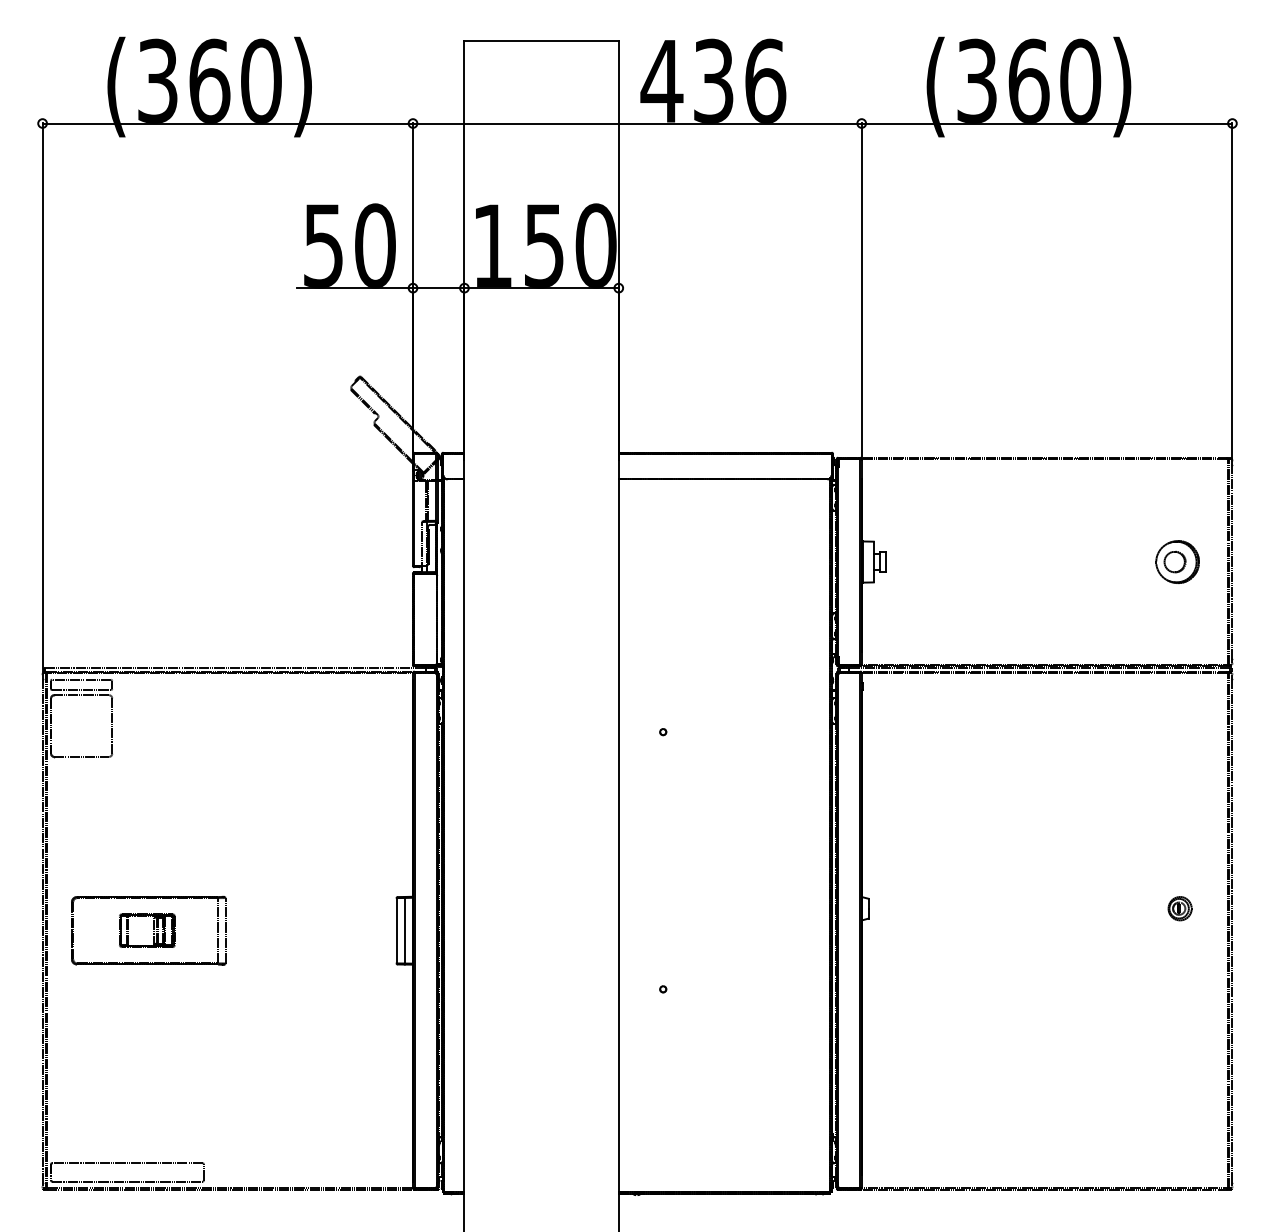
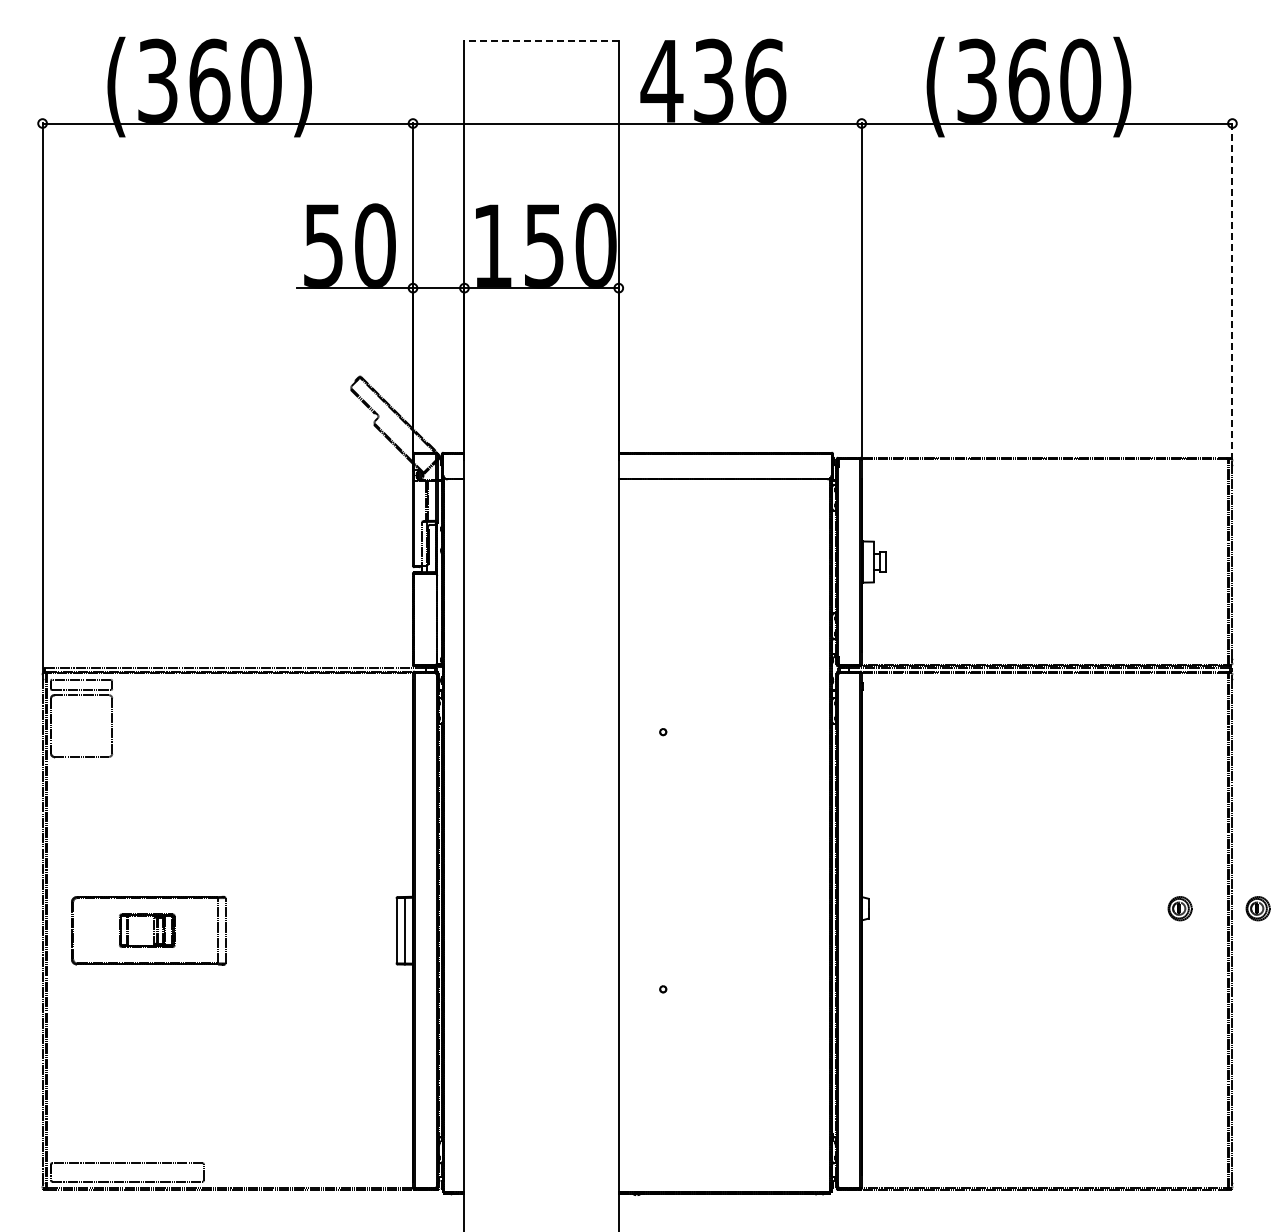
line at (541, 41): solid -> dashed
line at (1232, 291): solid -> dashed
part at (1177, 561): present -> none
part at (1257, 908): none -> present
